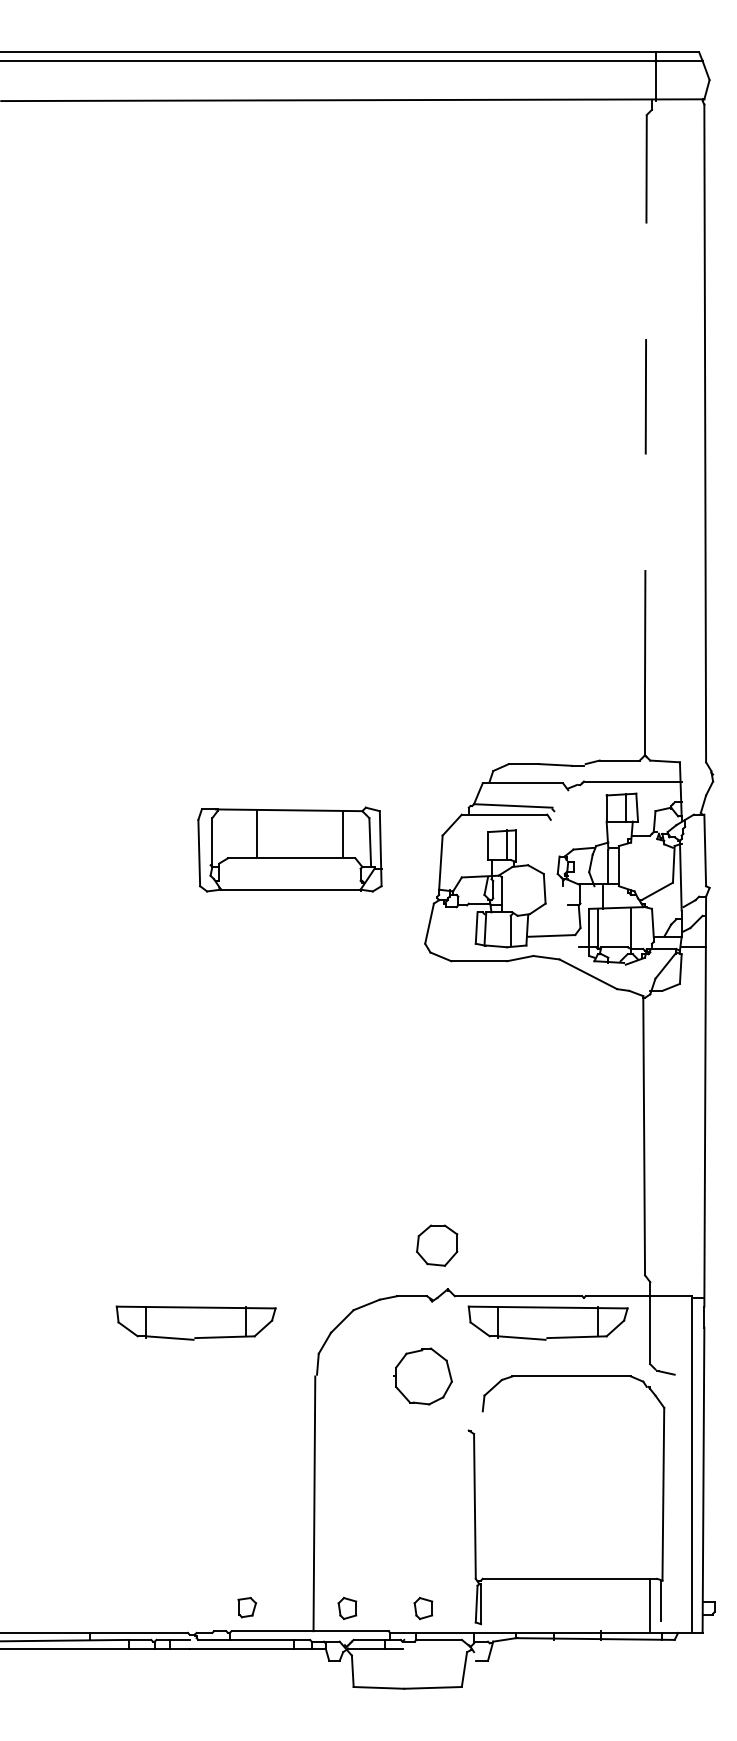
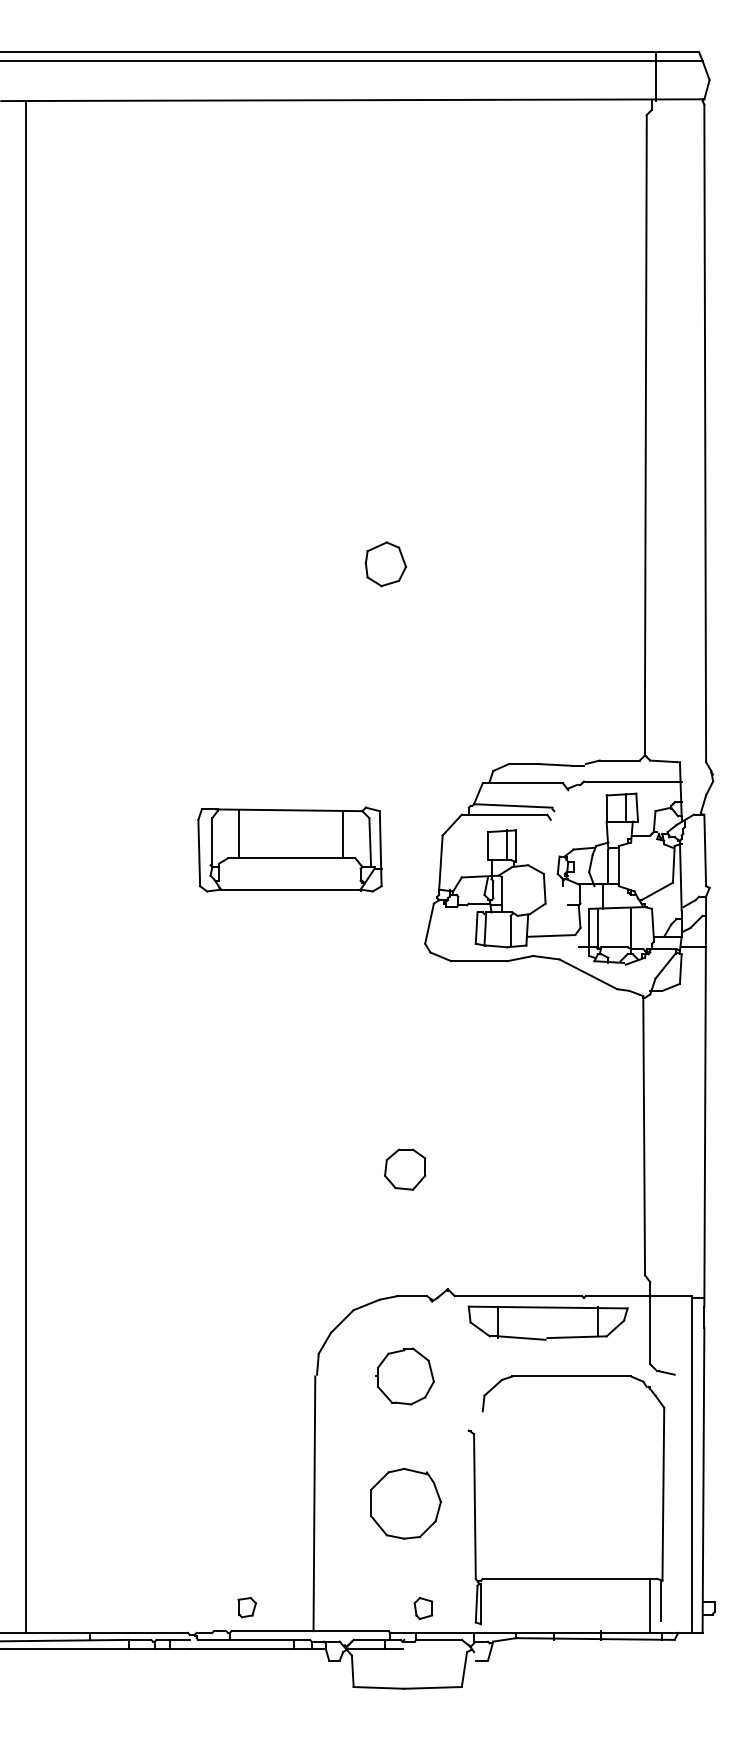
line at (645, 399): dashed -> solid
part at (385, 564): none -> present
line at (256, 833) position: (256, 833) -> (238, 833)
line at (25, 866): none -> present
part at (437, 1245) position: (437, 1245) -> (405, 1169)
part at (195, 1322): present -> none
part at (422, 1376) position: (422, 1376) -> (404, 1376)
part at (405, 1503): none -> present
part at (347, 1608): present -> none
